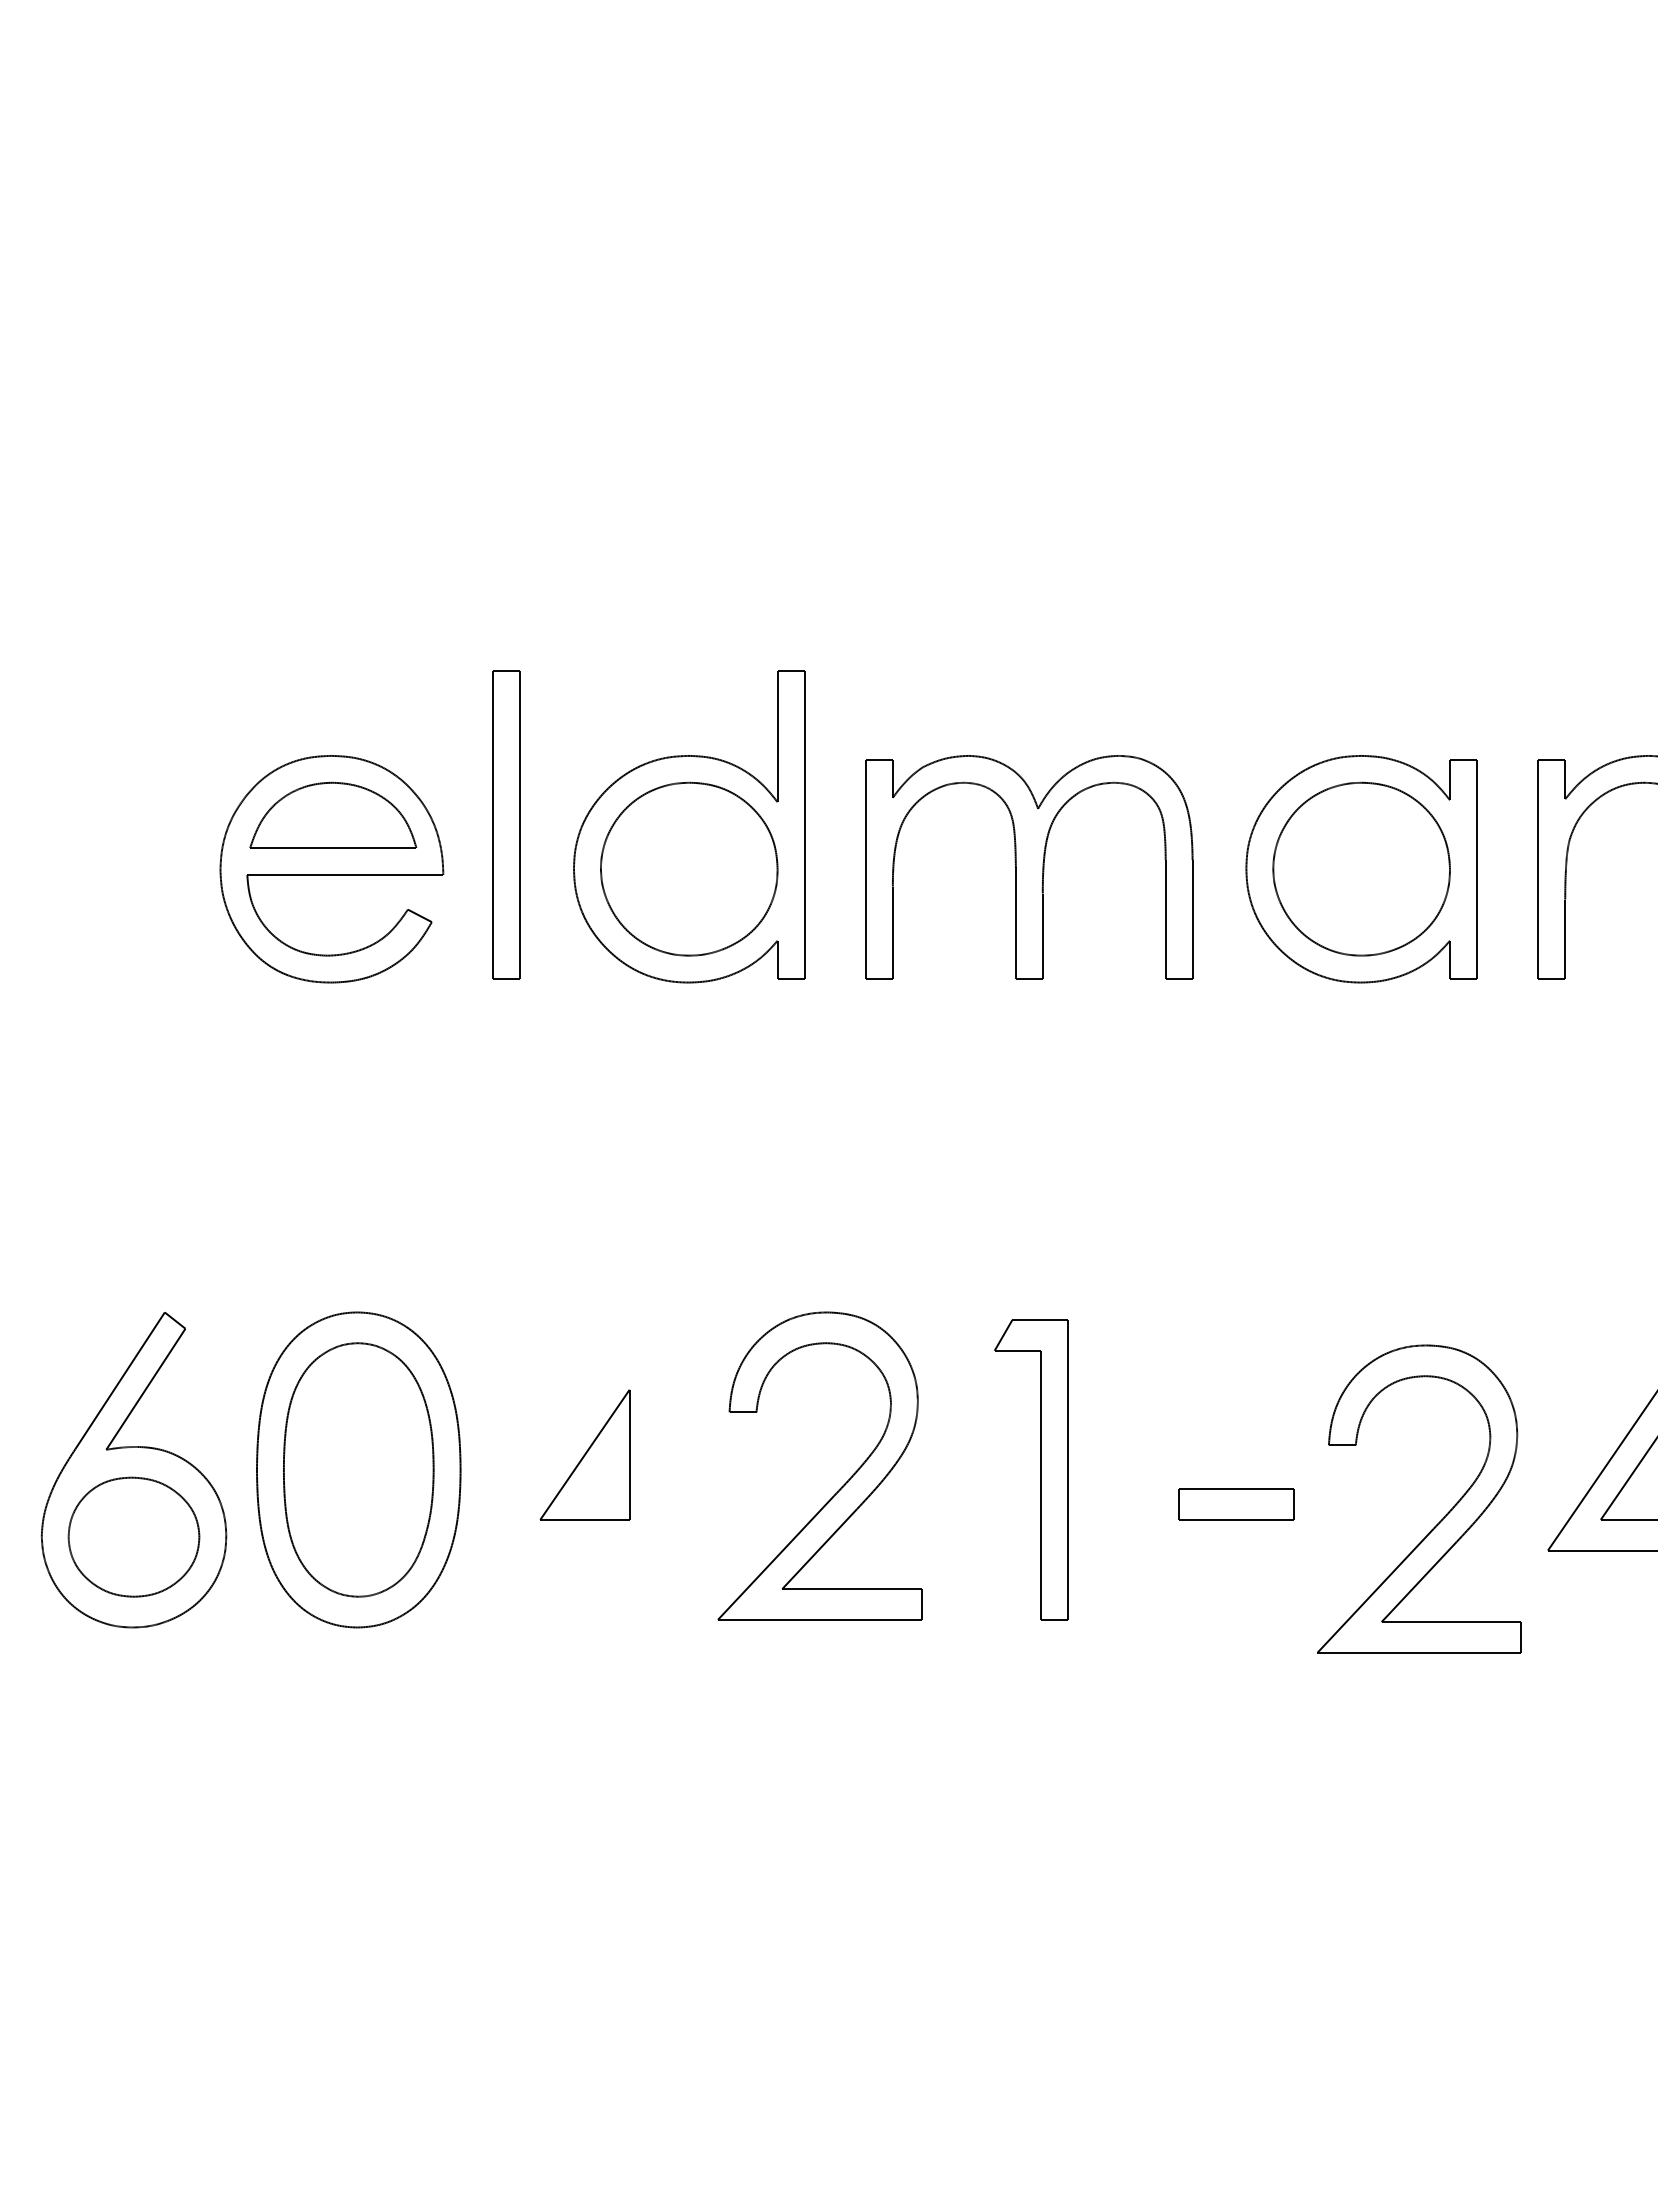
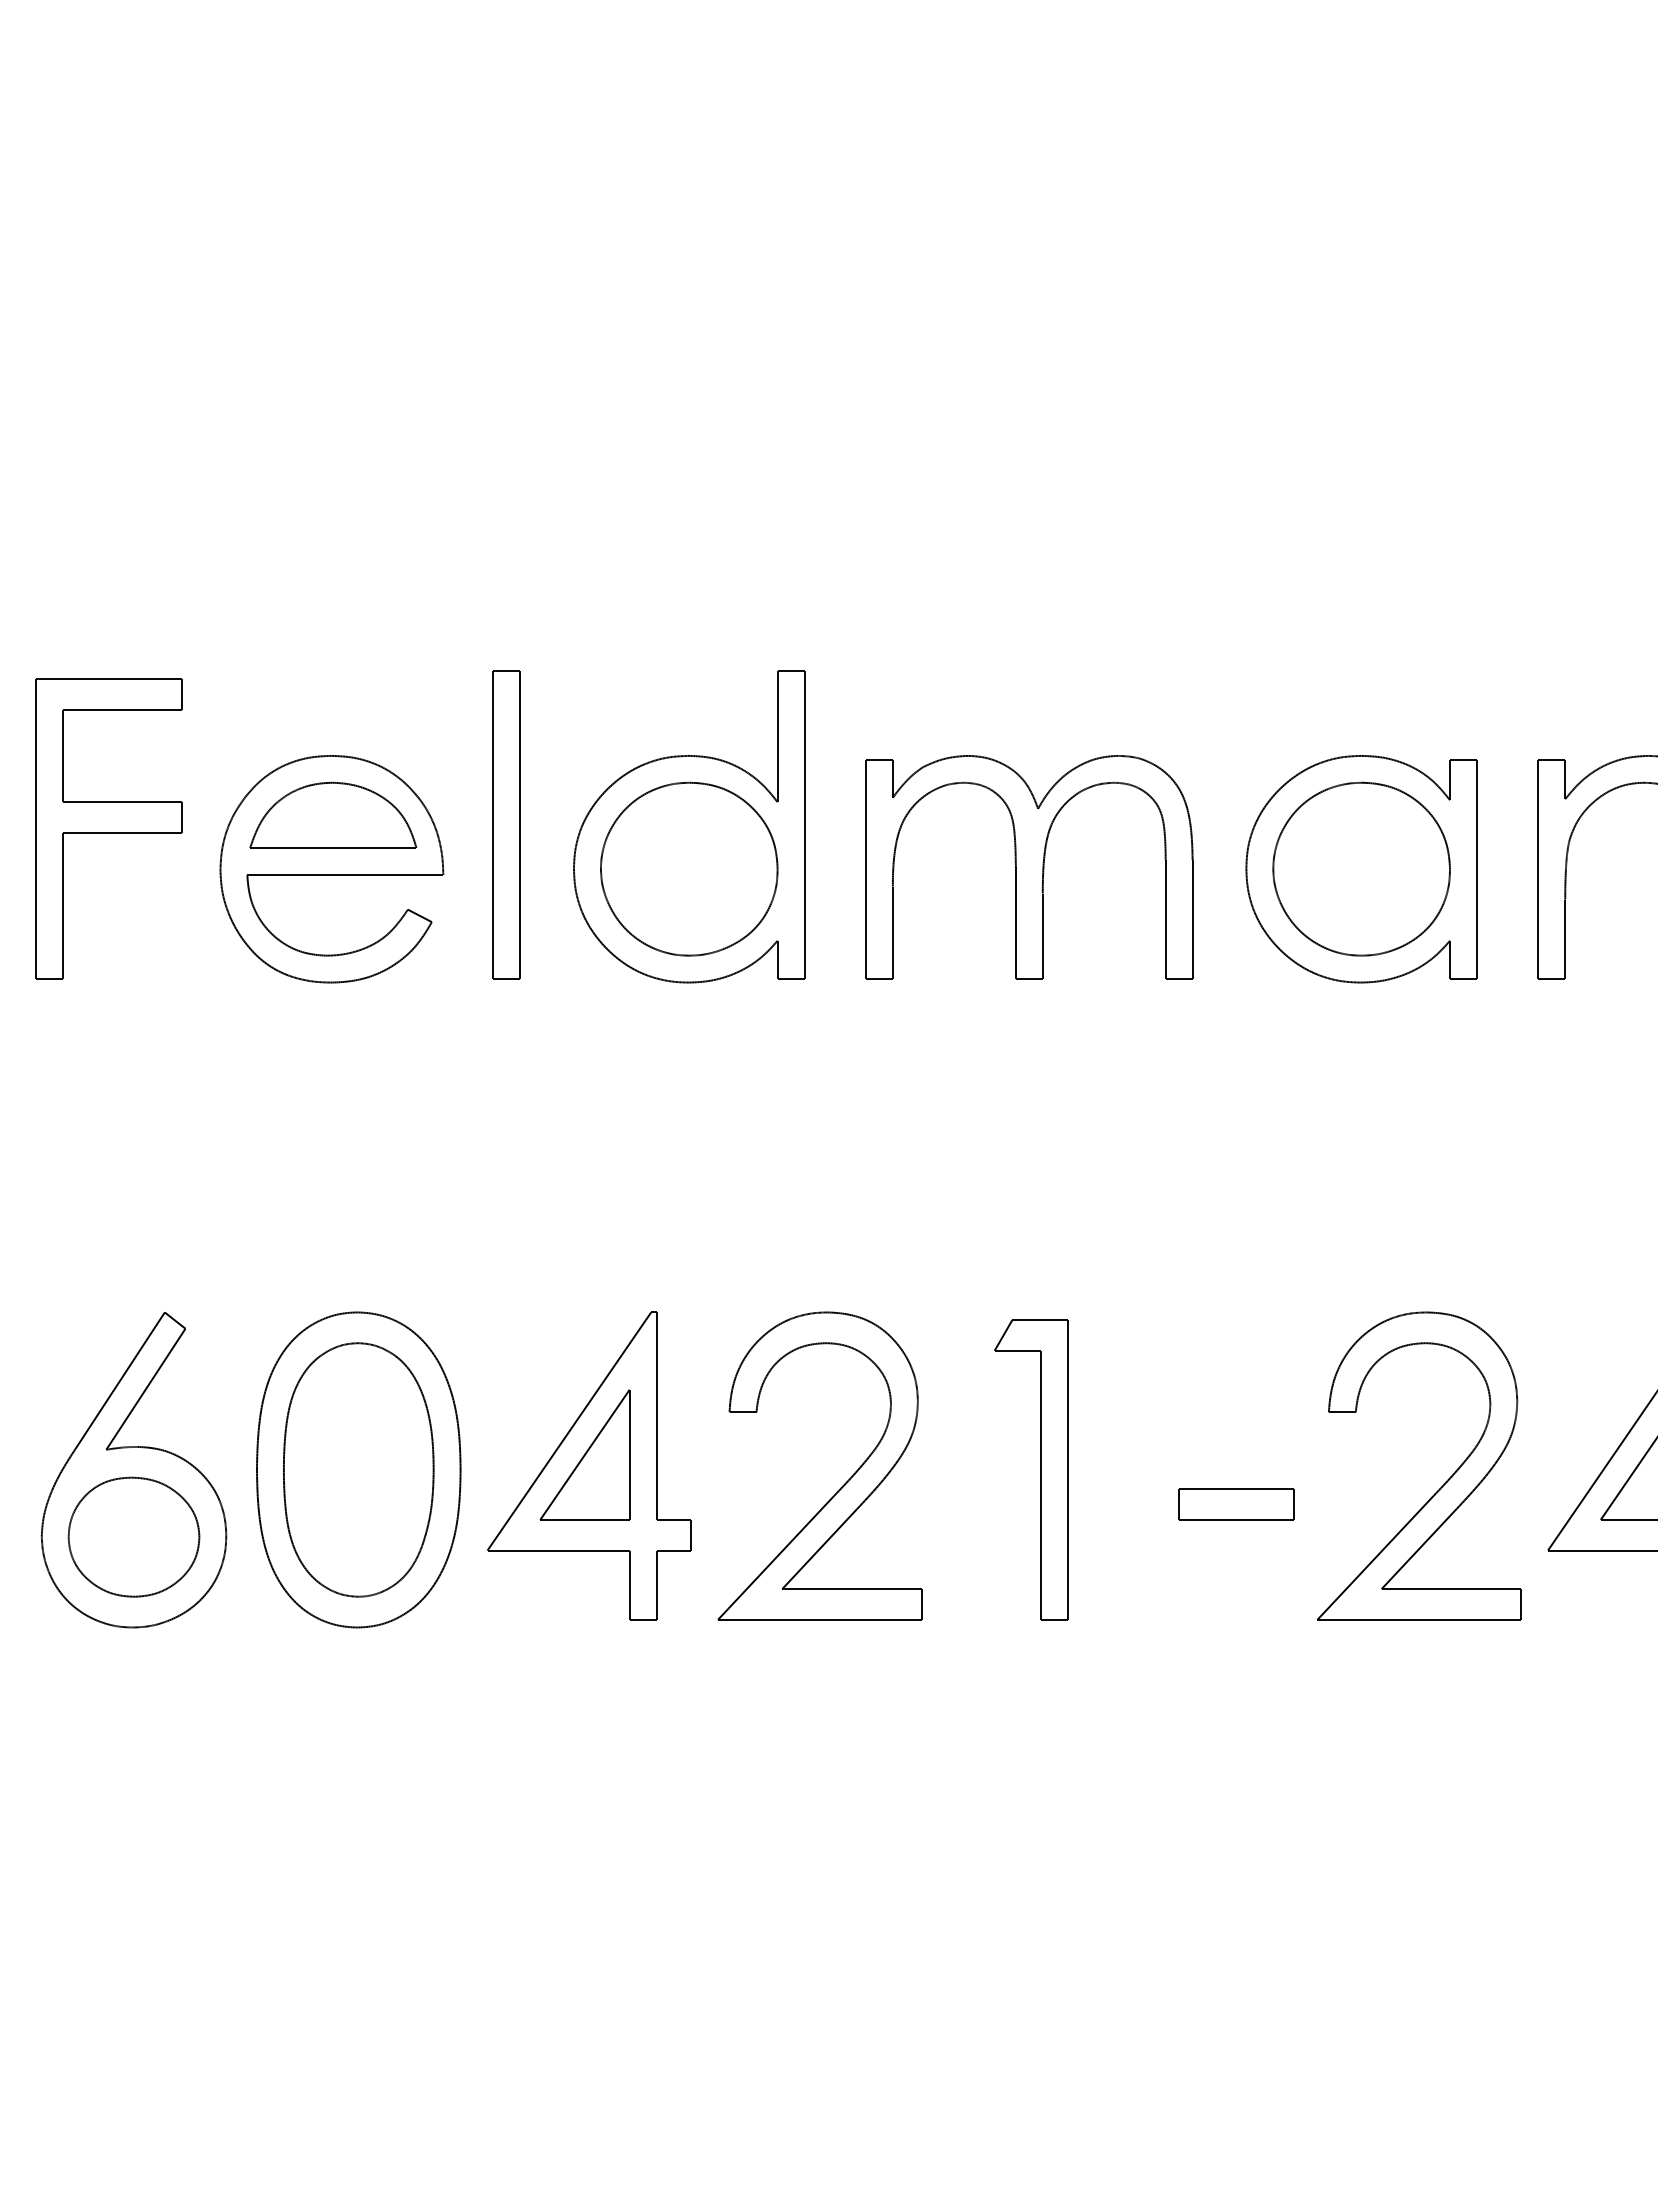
part at (108, 828): none -> present
part at (589, 1465): none -> present
part at (1444, 1515) position: (1444, 1515) -> (1444, 1482)
